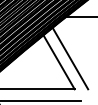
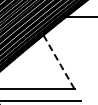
line at (70, 58): present -> none
line at (59, 62): solid -> dashed
